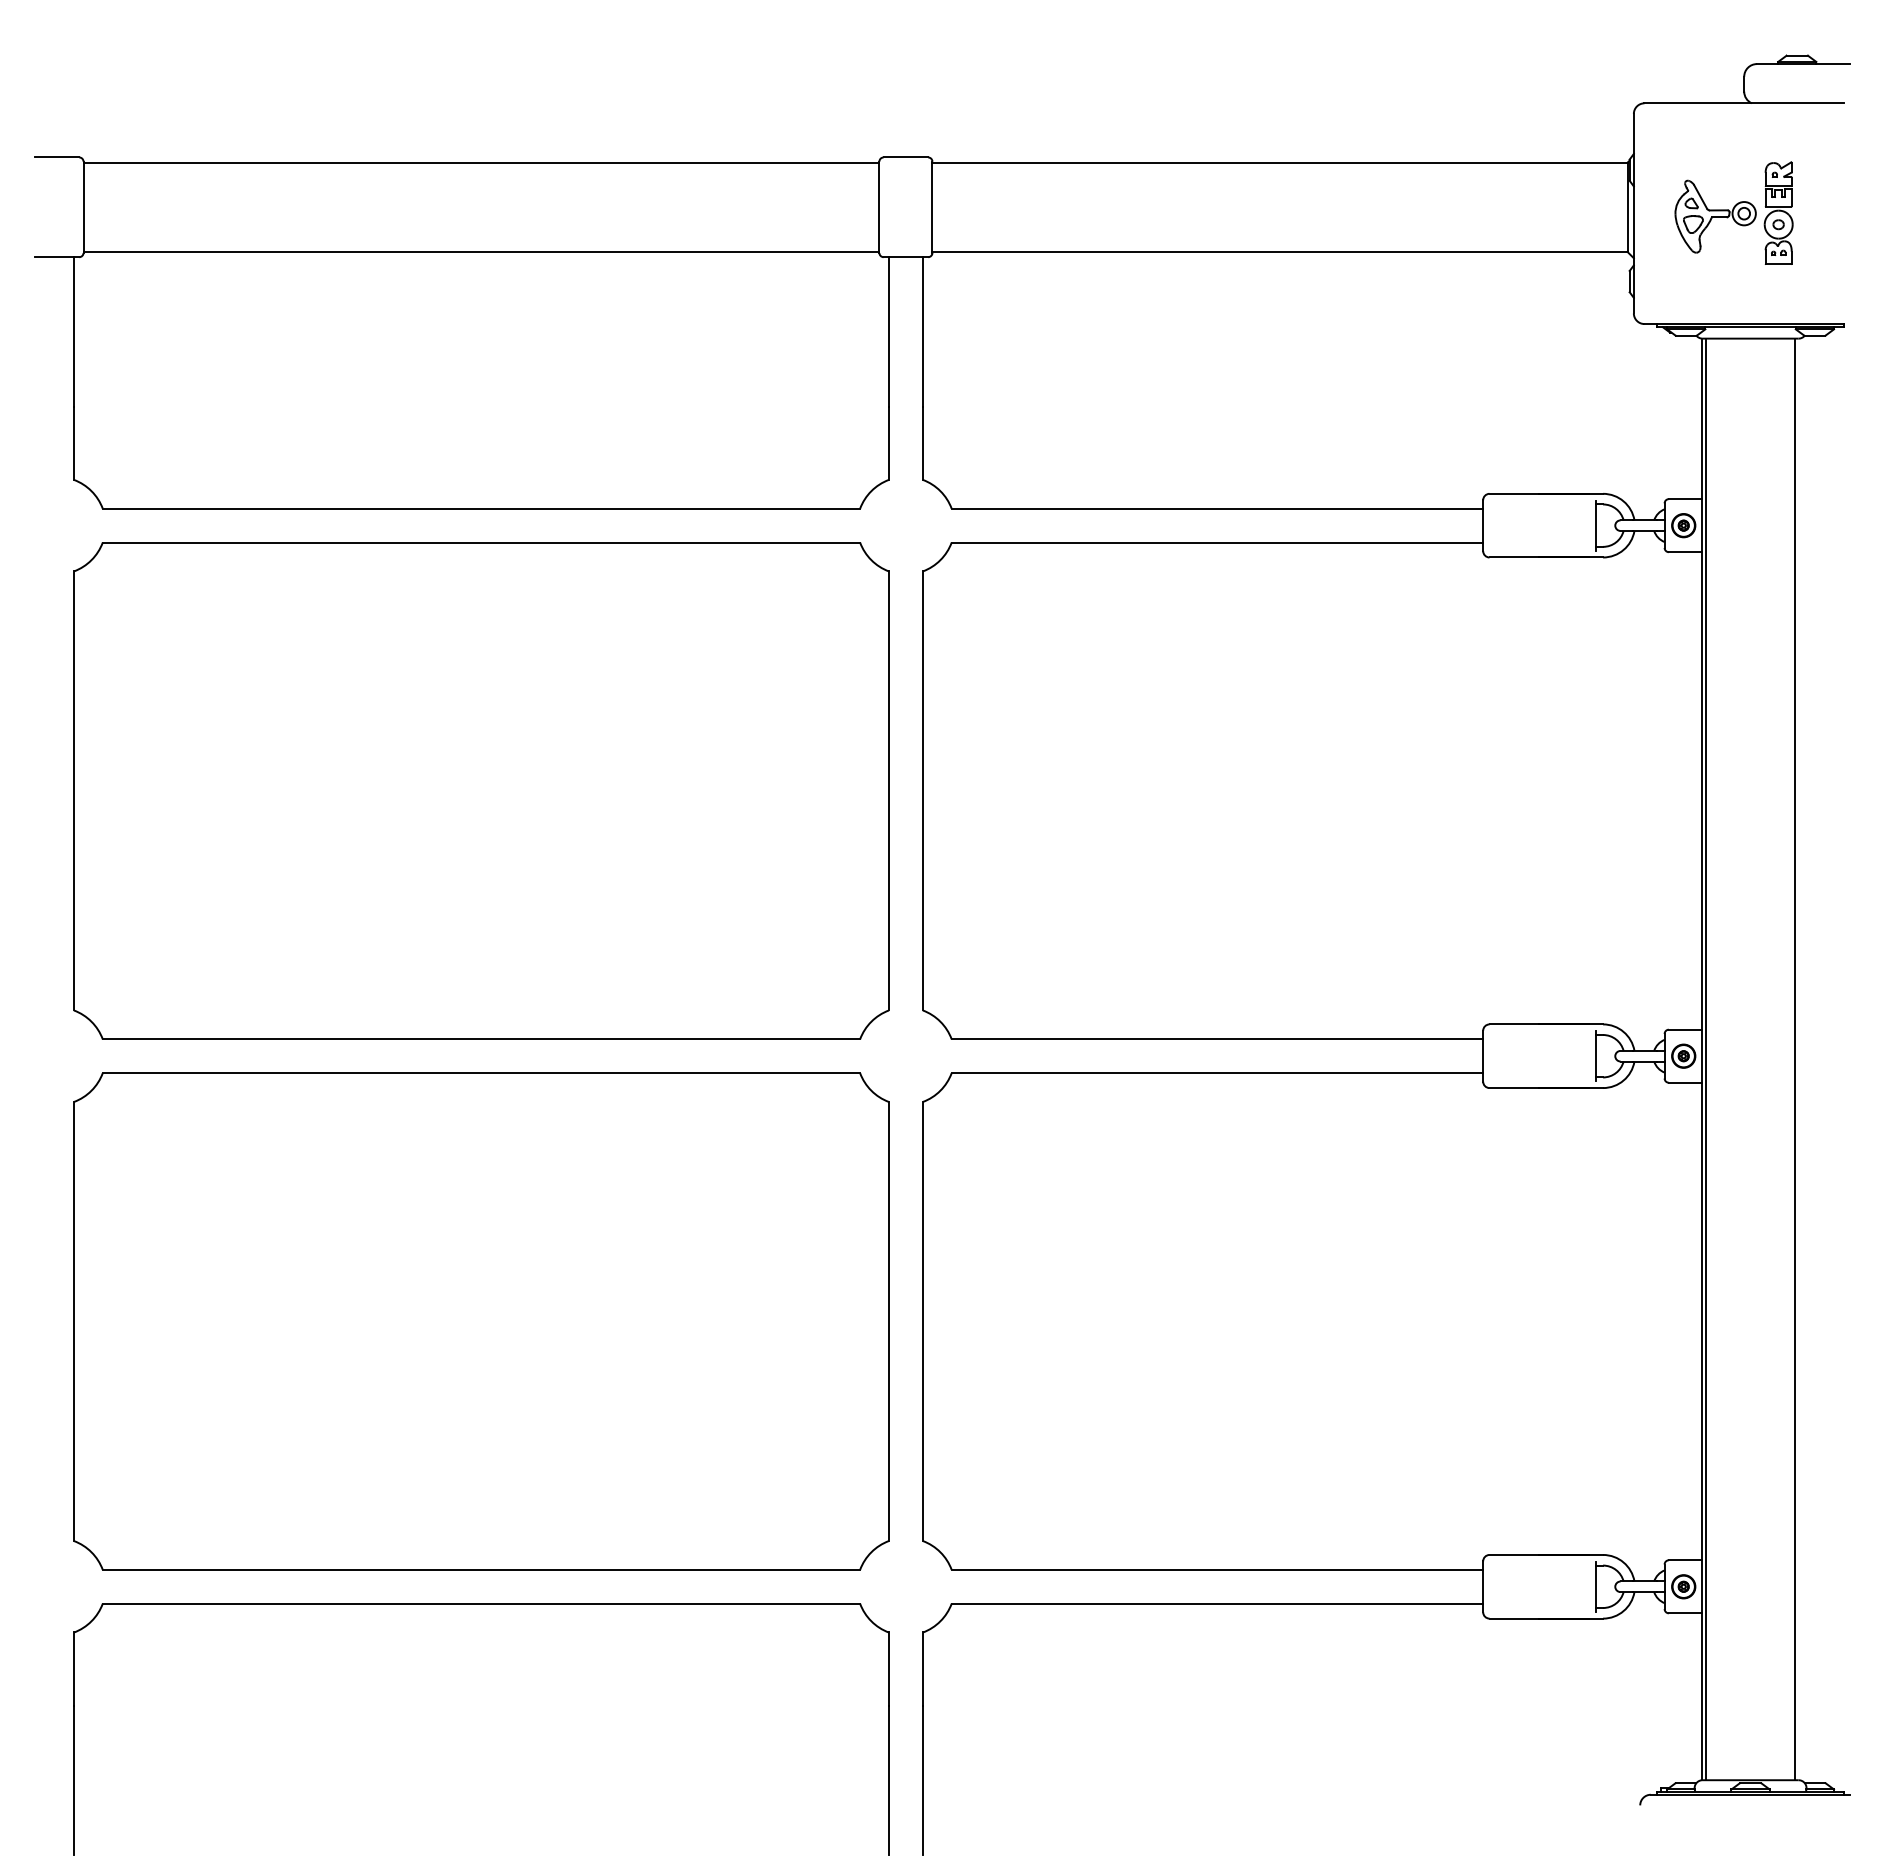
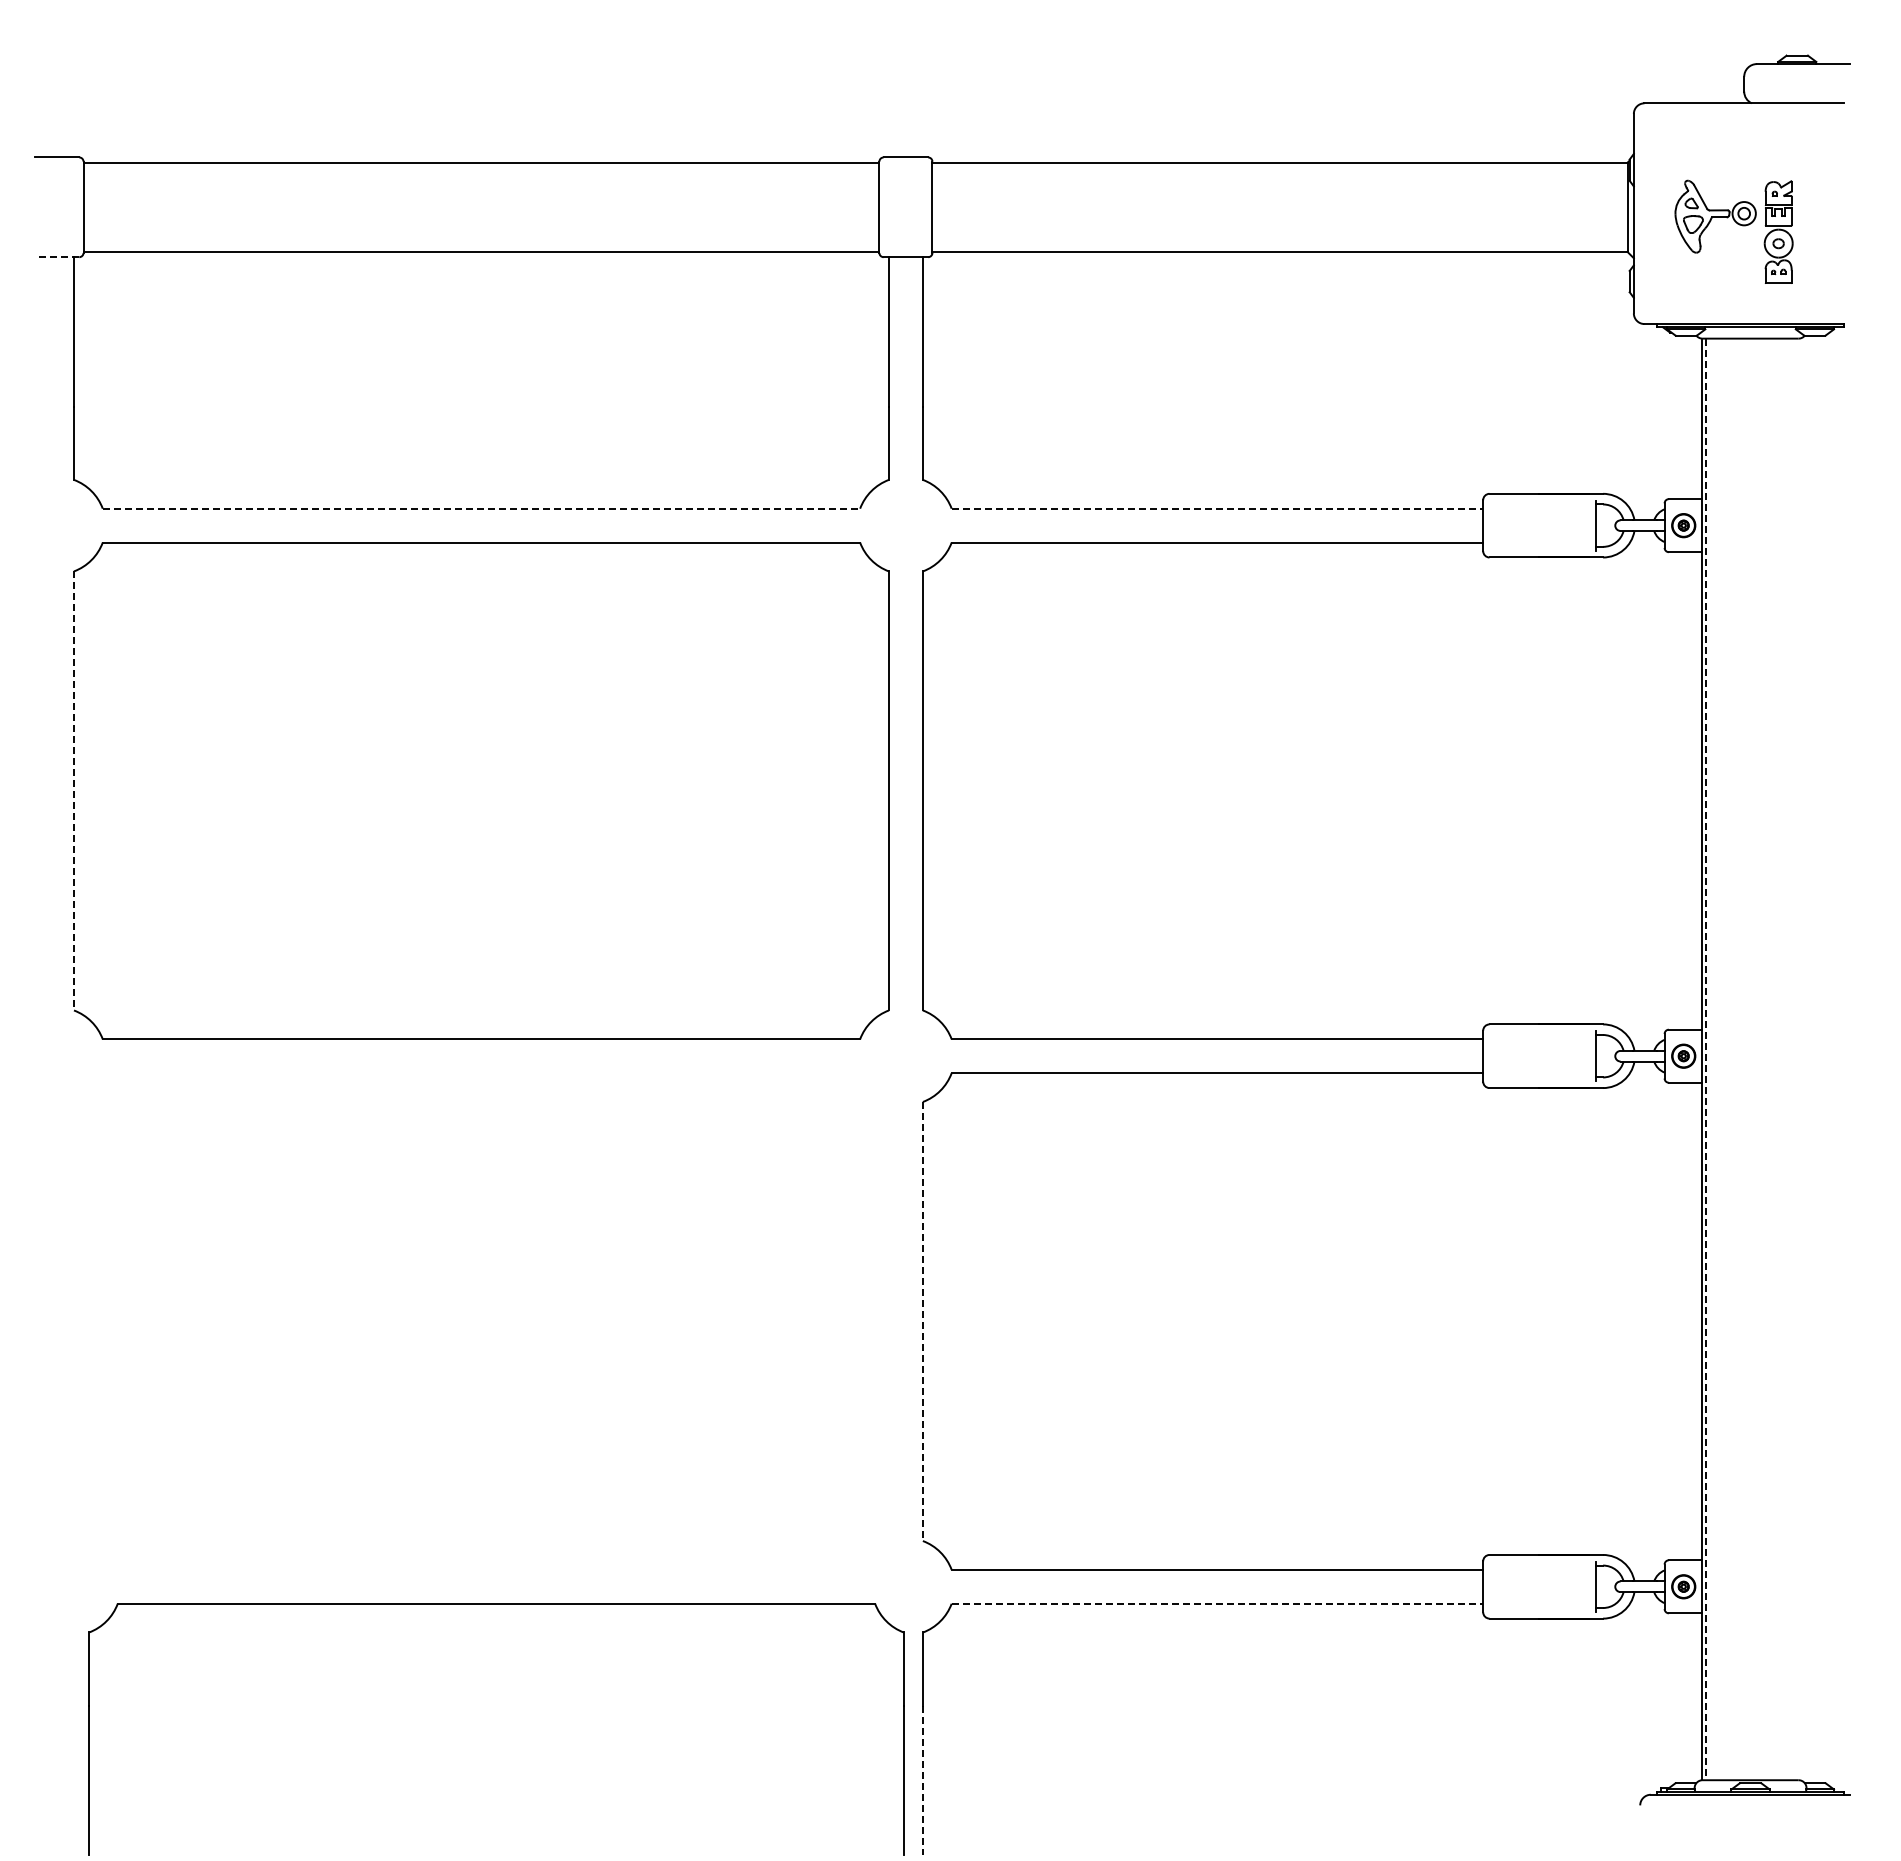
part at (1778, 212) position: (1778, 212) -> (1778, 231)
line at (56, 257): solid -> dashed
line at (481, 508): solid -> dashed
line at (1217, 508): solid -> dashed
line at (73, 790): solid -> dashed
line at (1706, 1059): solid -> dashed
line at (1795, 1059): present -> none
part at (481, 1321): present -> none
line at (922, 1321): solid -> dashed
line at (1217, 1603): solid -> dashed
part at (481, 1604) position: (481, 1604) -> (496, 1604)
line at (922, 1780): solid -> dashed
